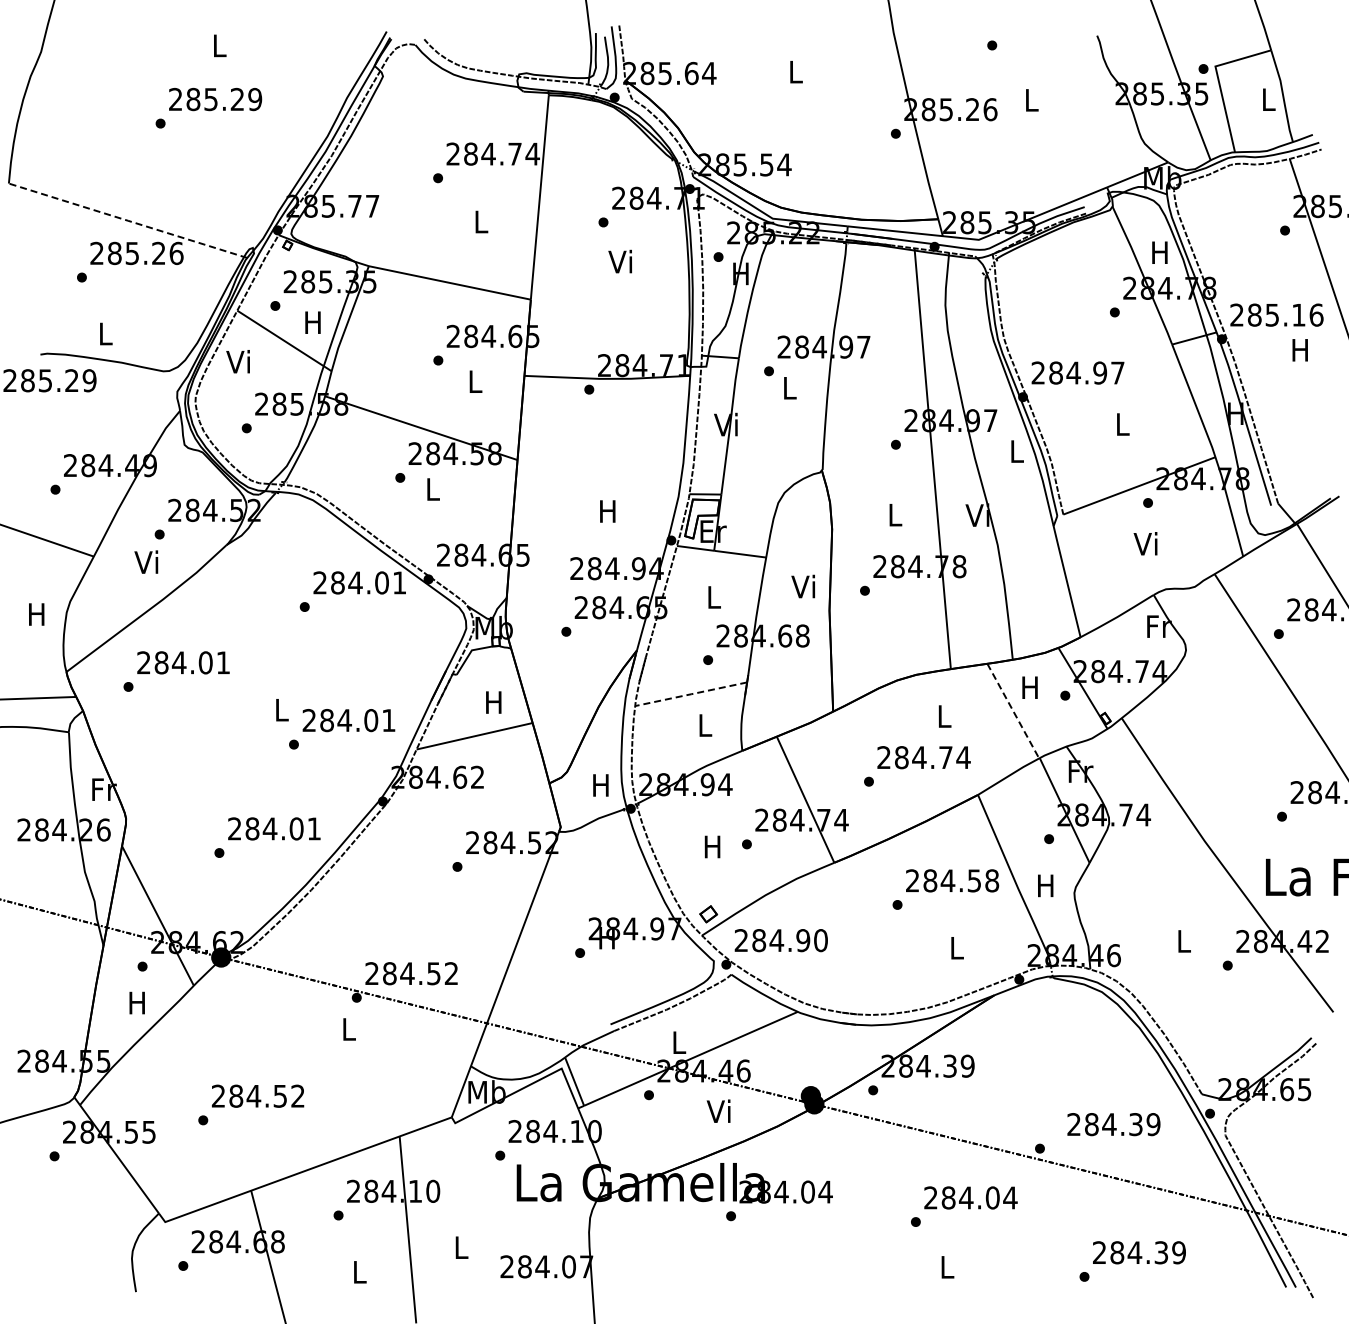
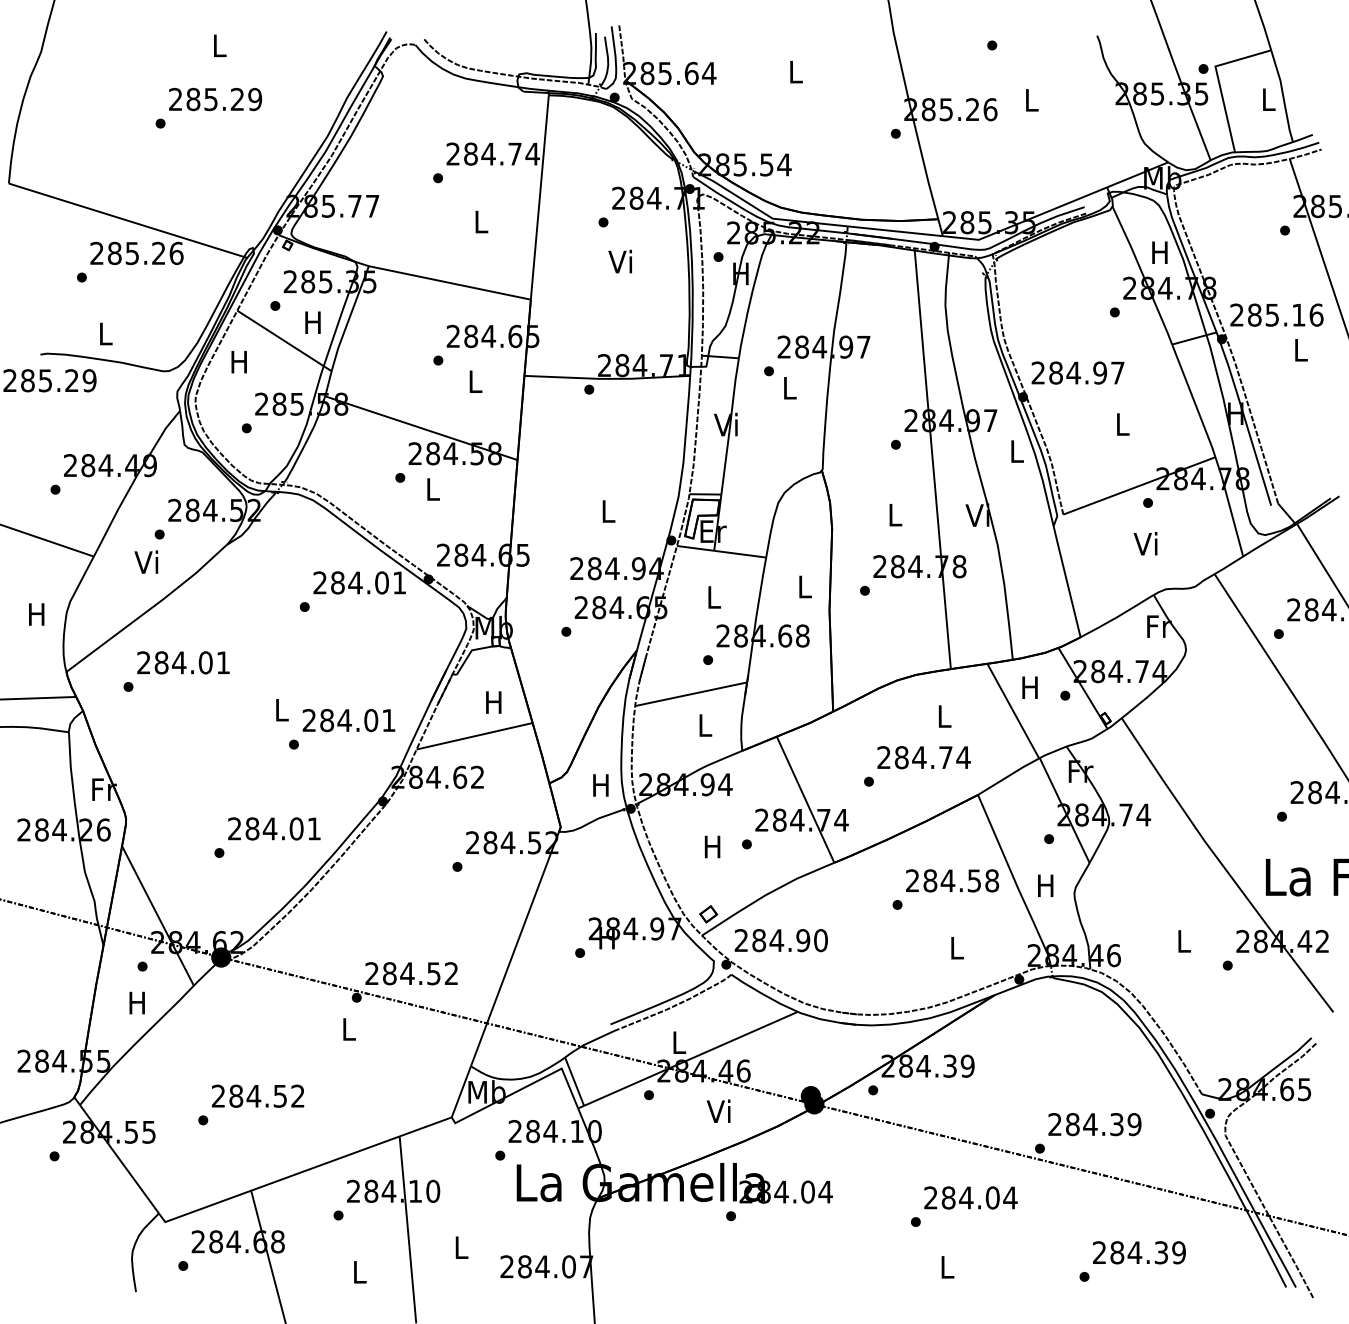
line at (128, 220): dashed -> solid
text at (1299, 350): H -> L
text at (237, 361): Vi -> H
text at (607, 511): H -> L
text at (803, 586): Vi -> L
line at (691, 694): dashed -> solid
line at (1013, 711): dashed -> solid
text at (1113, 1124) position: (1113, 1124) -> (1094, 1124)
